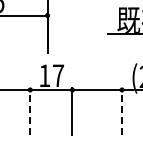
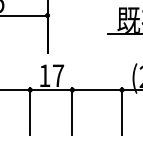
line at (30, 111): dashed -> solid
line at (122, 111): dashed -> solid
